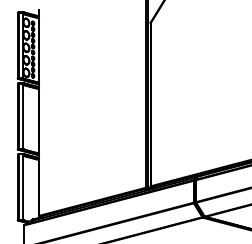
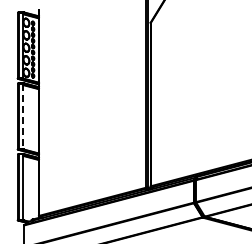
line at (23, 116): solid -> dashed
